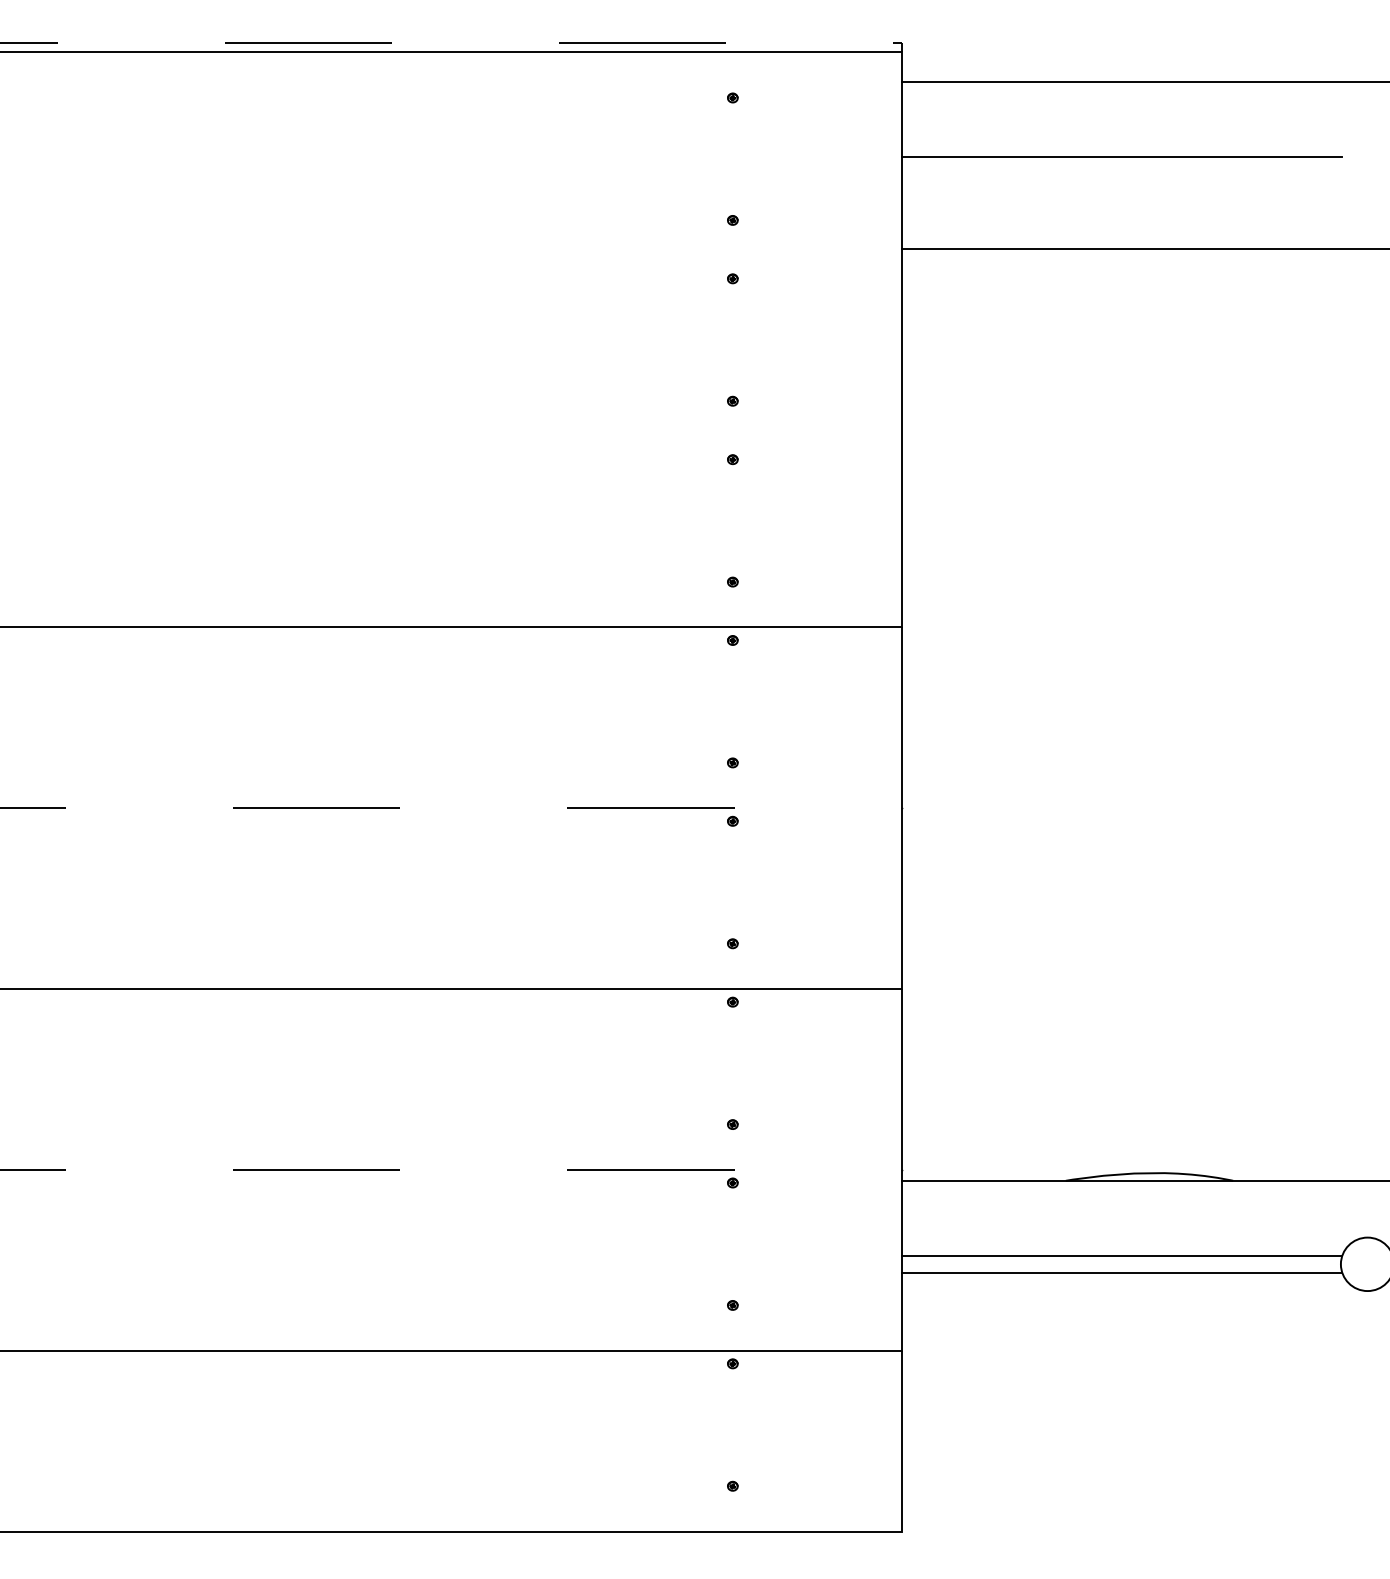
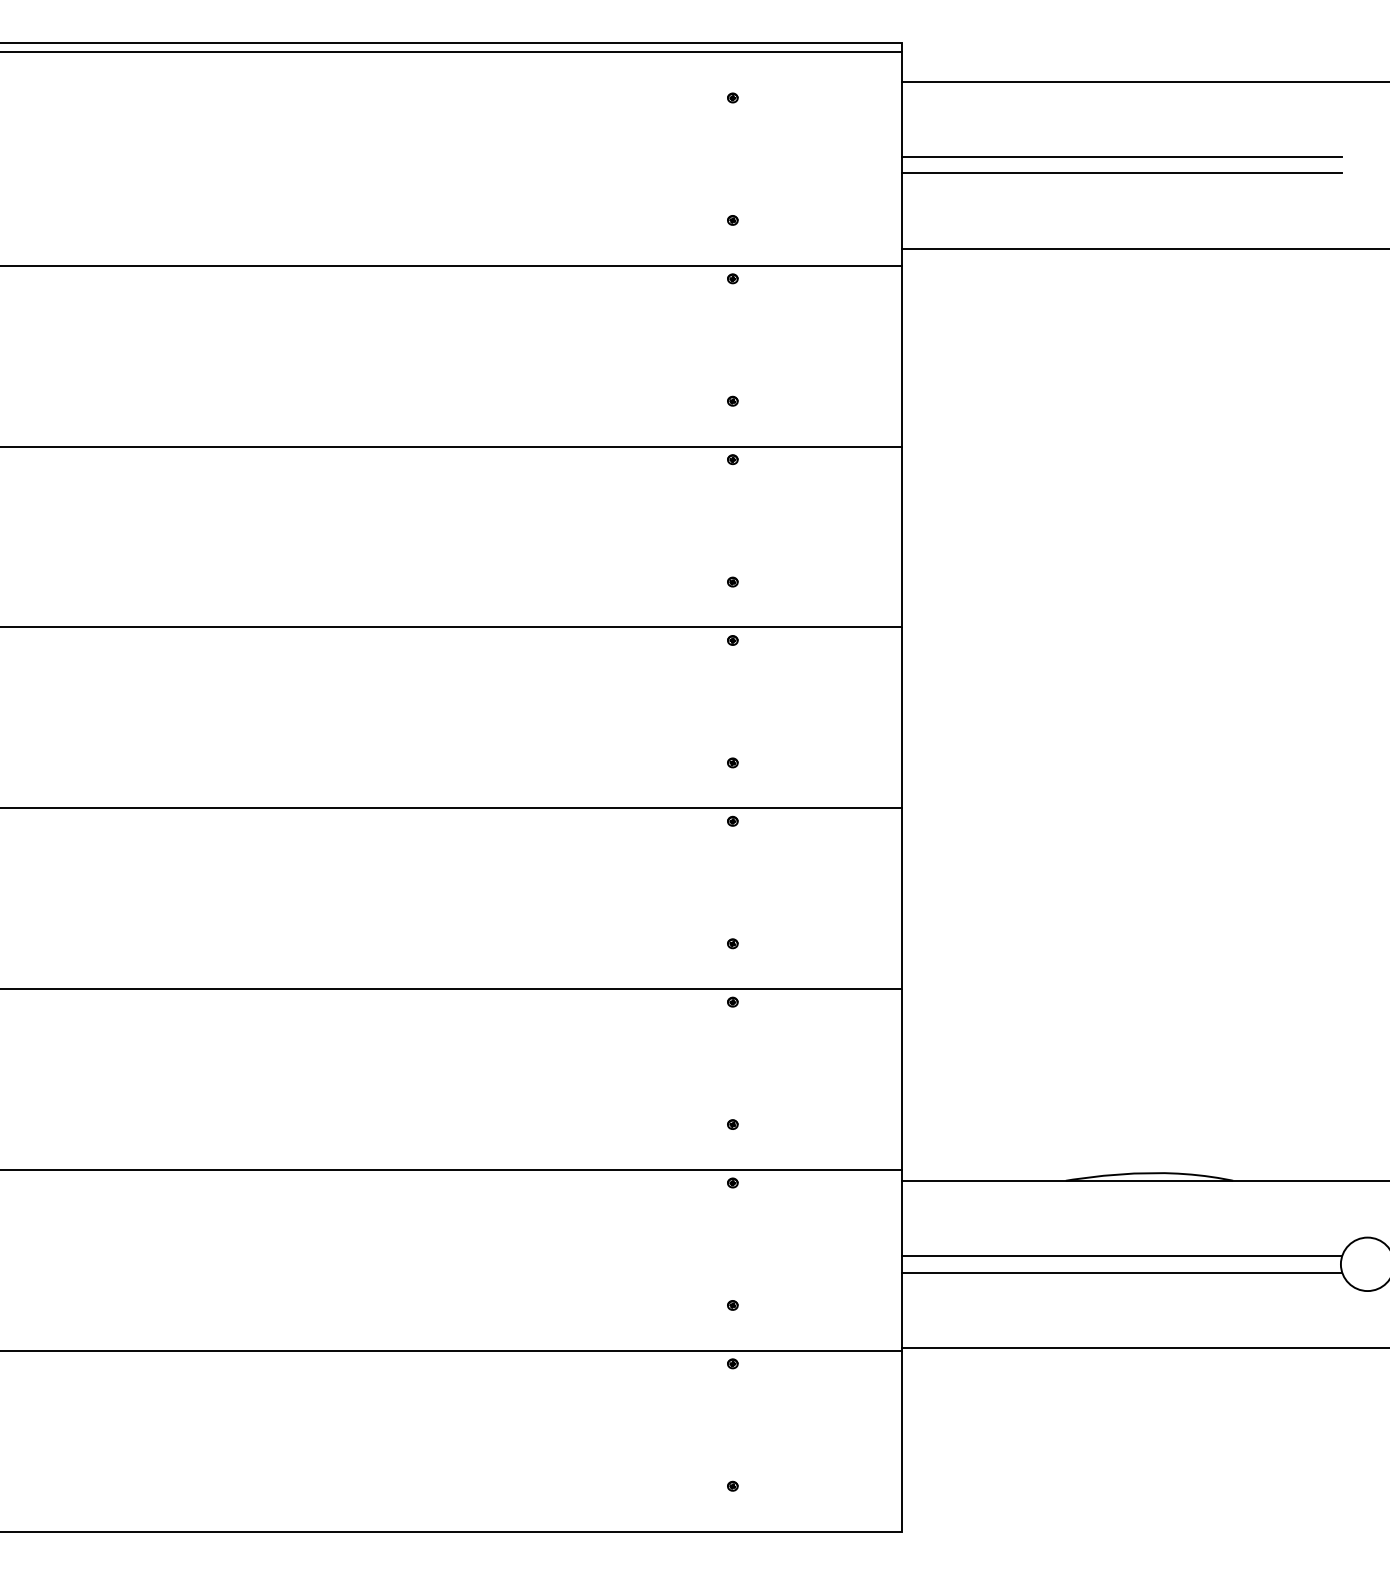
line at (456, 43): dashed -> solid
line at (1121, 173): none -> present
line at (451, 265): none -> present
line at (451, 446): none -> present
line at (451, 808): dashed -> solid
line at (451, 1169): dashed -> solid
line at (1143, 1347): none -> present
